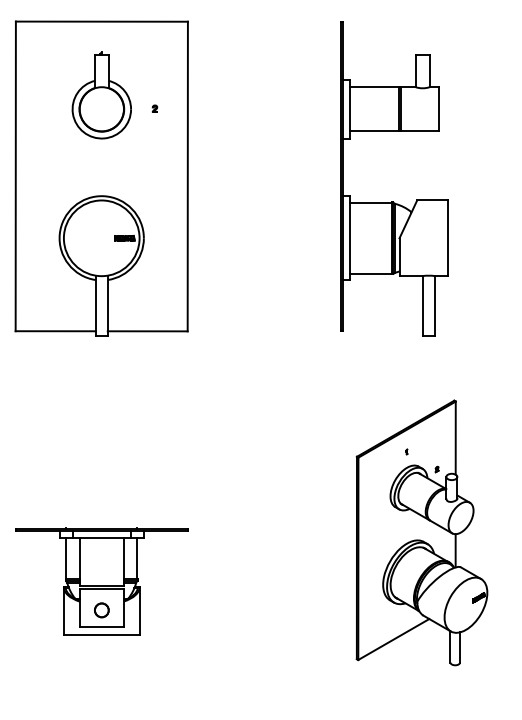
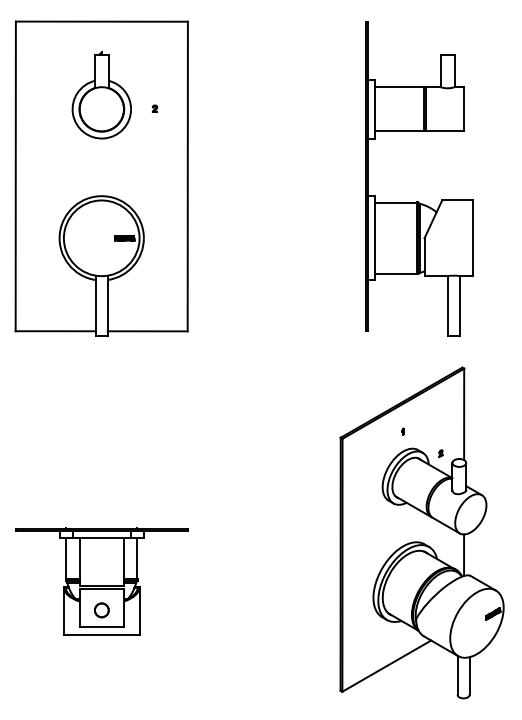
part at (393, 201) position: (393, 201) -> (418, 201)
part at (421, 532) size: 134x268 px -> 166x334 px
